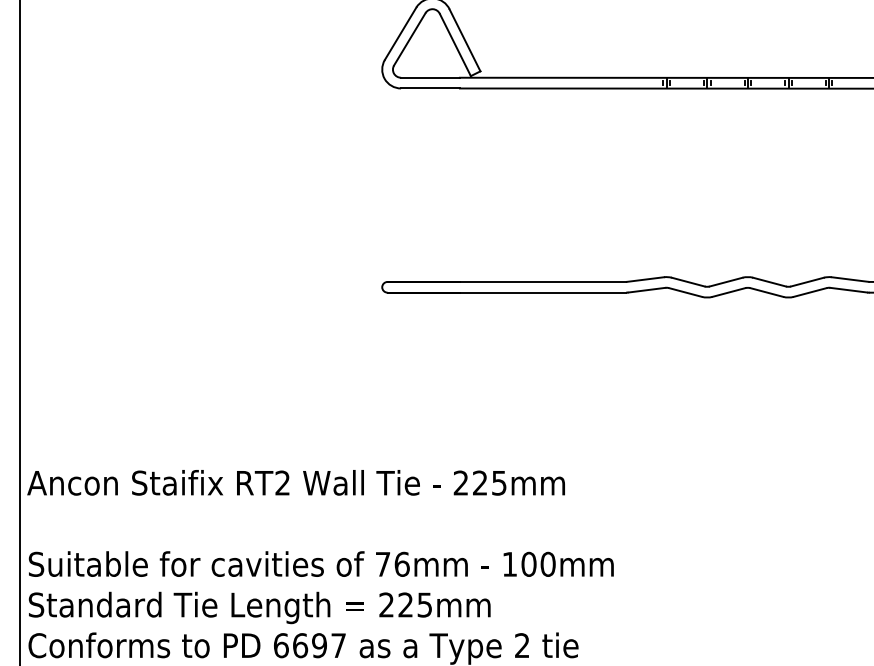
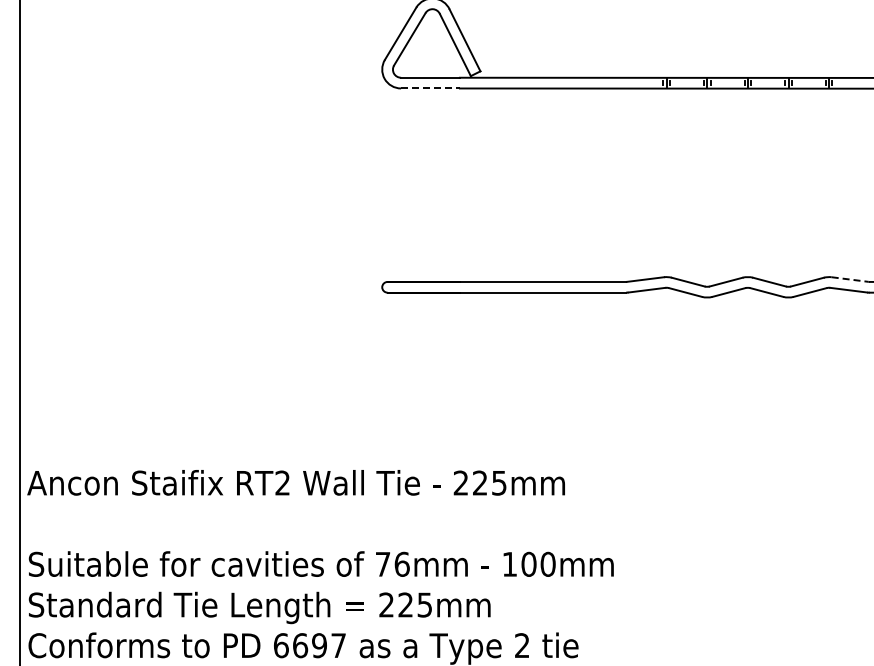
line at (431, 88): solid -> dashed
line at (850, 279): solid -> dashed
